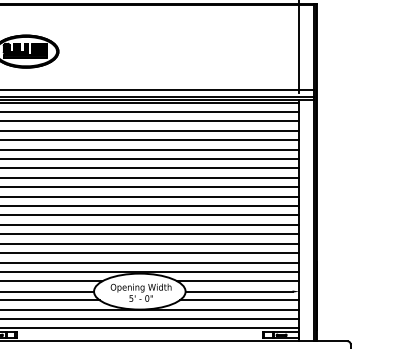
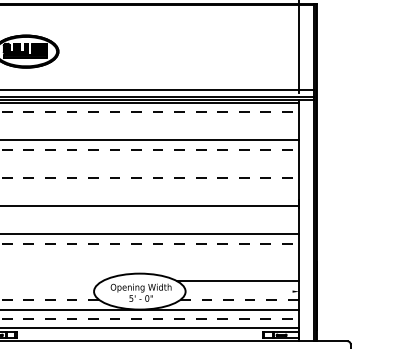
line at (150, 111): solid -> dashed
line at (150, 121): present -> none
line at (150, 130): present -> none
line at (150, 149): solid -> dashed
line at (150, 158): present -> none
line at (150, 168): present -> none
line at (150, 177): solid -> dashed
line at (150, 187): present -> none
line at (150, 196): present -> none
line at (150, 215): present -> none
line at (150, 224): present -> none
line at (150, 243): solid -> dashed
line at (150, 253): present -> none
line at (150, 262): present -> none
line at (150, 271): present -> none
line at (52, 281): present -> none
line at (48, 291): present -> none
line at (238, 291): present -> none
line at (49, 300): solid -> dashed
line at (239, 300): solid -> dashed
line at (150, 319): solid -> dashed
